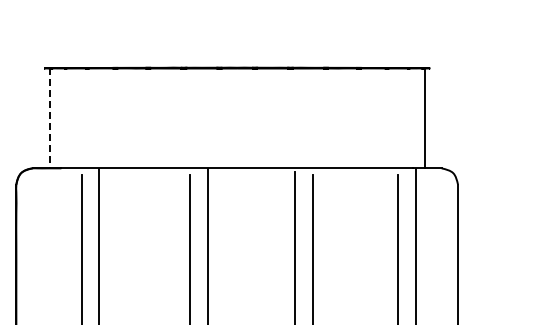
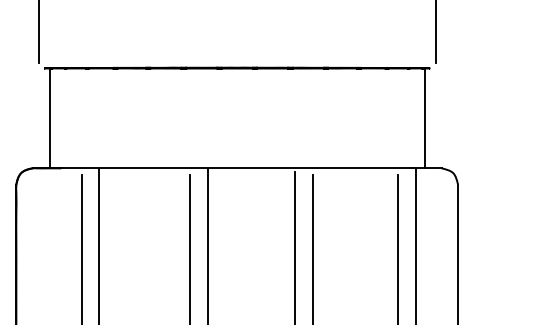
line at (38, 32): none -> present
line at (435, 32): none -> present
line at (49, 118): dashed -> solid
